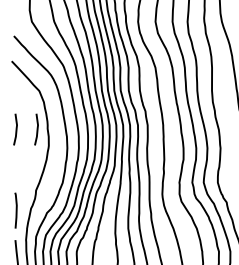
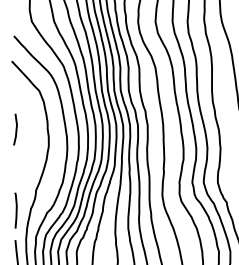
line at (36, 129): present -> none
